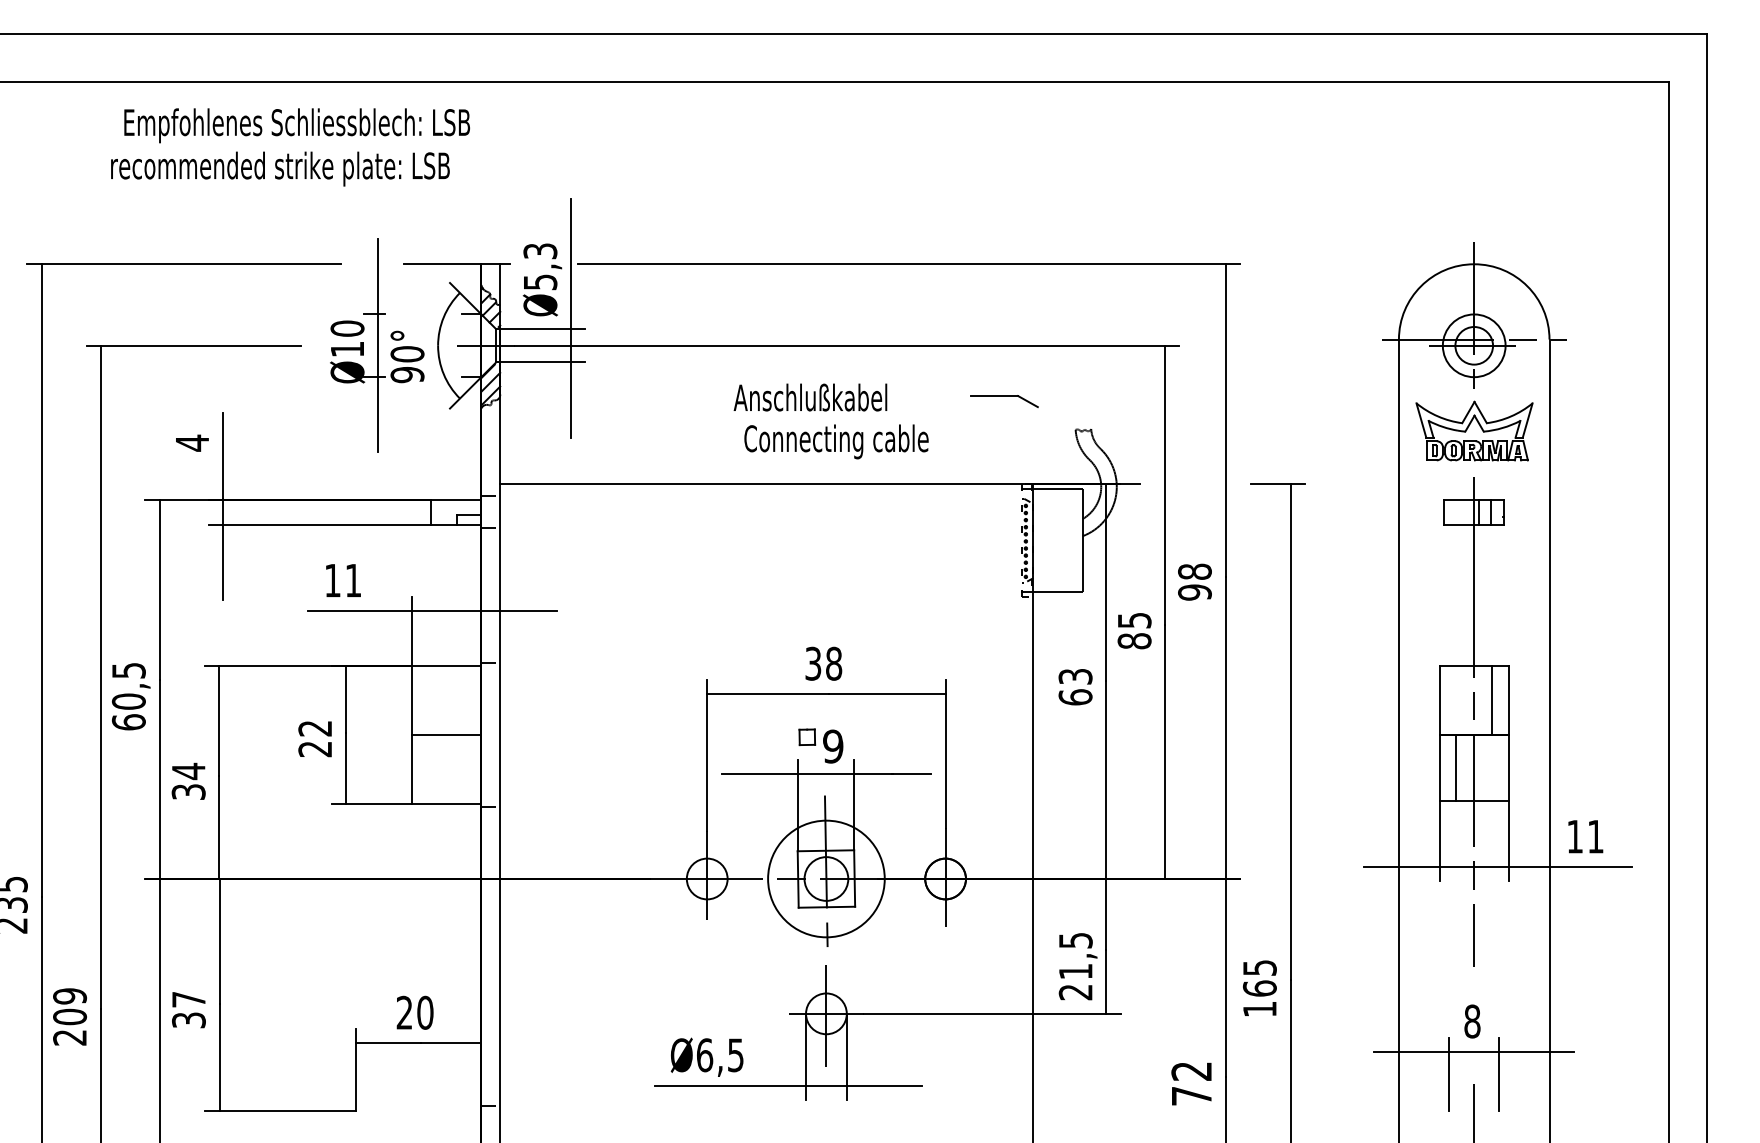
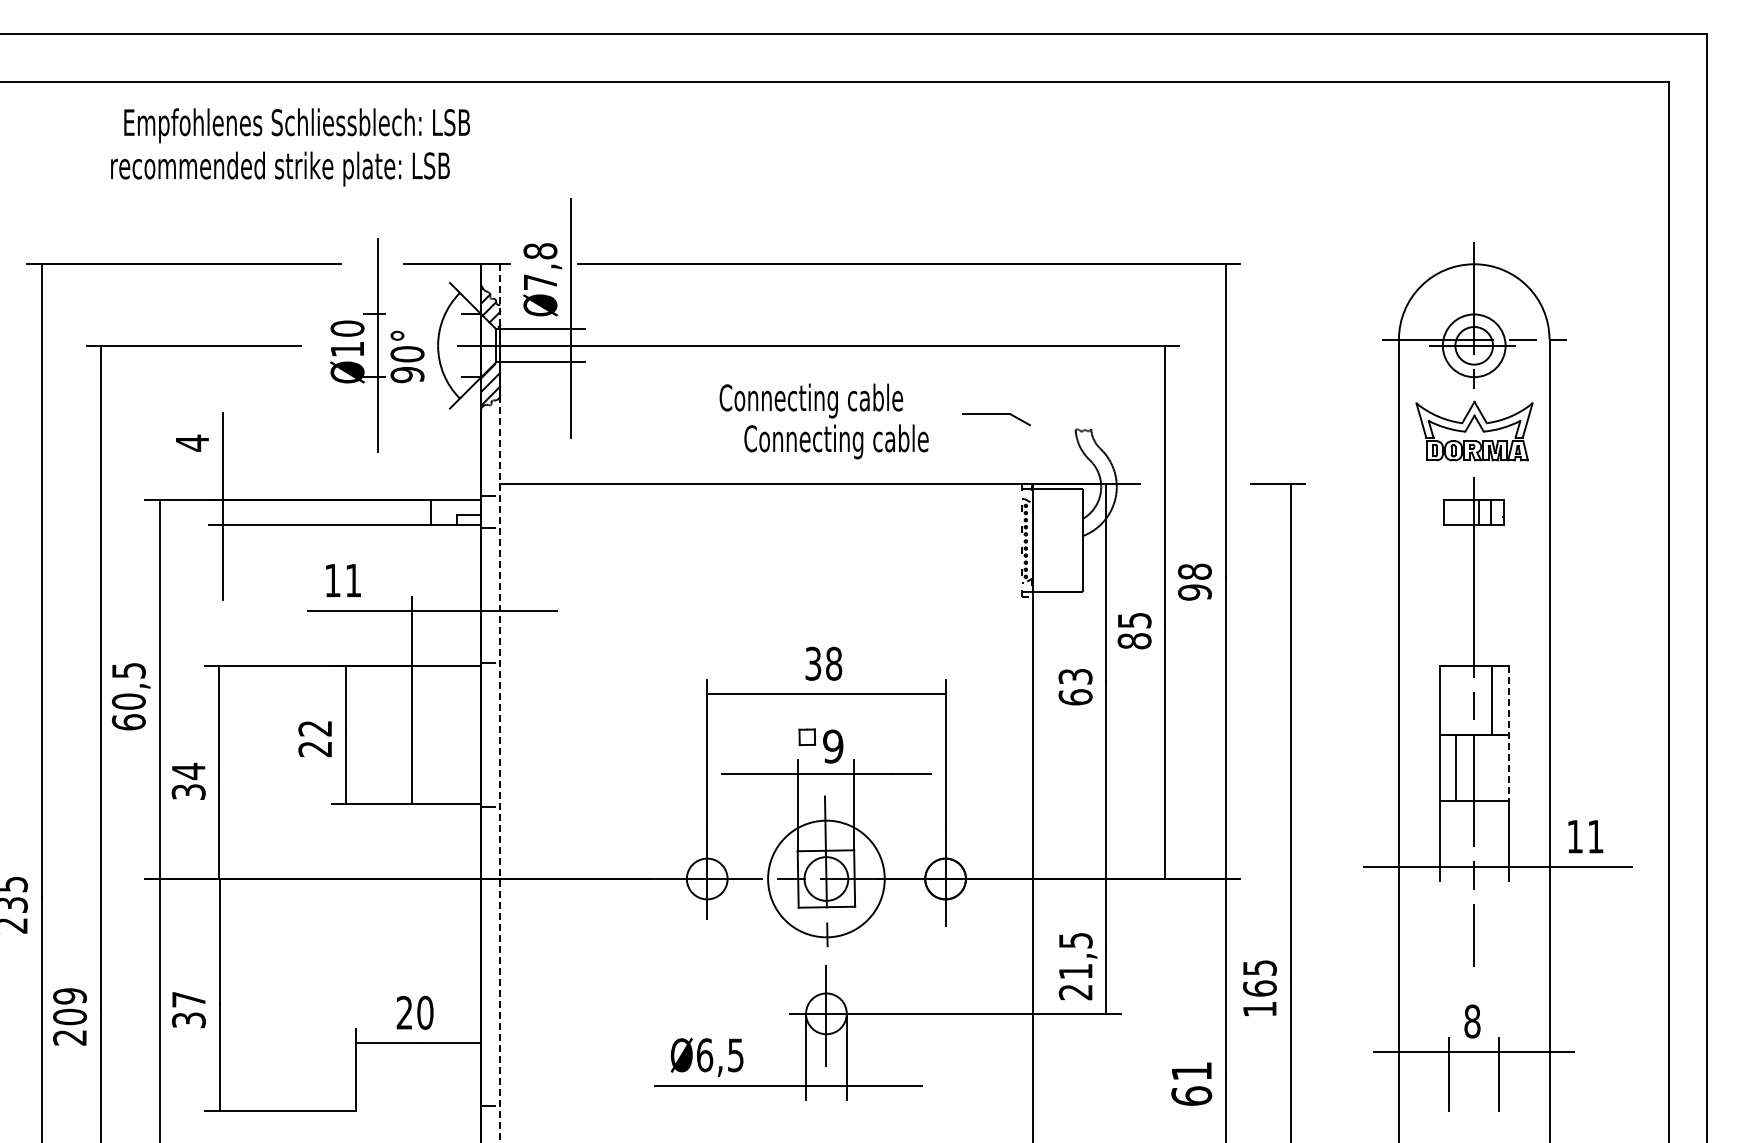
text at (540, 266): Ø5,3 -> Ø7,8
text at (811, 400): Anschlußkabel -> Connecting cable
part at (1004, 401) position: (1004, 401) -> (996, 419)
line at (500, 704): solid -> dashed
line at (1508, 733): solid -> dashed
line at (446, 734): present -> none
text at (1191, 1083): 72 -> 61
line at (1474, 1111): present -> none
